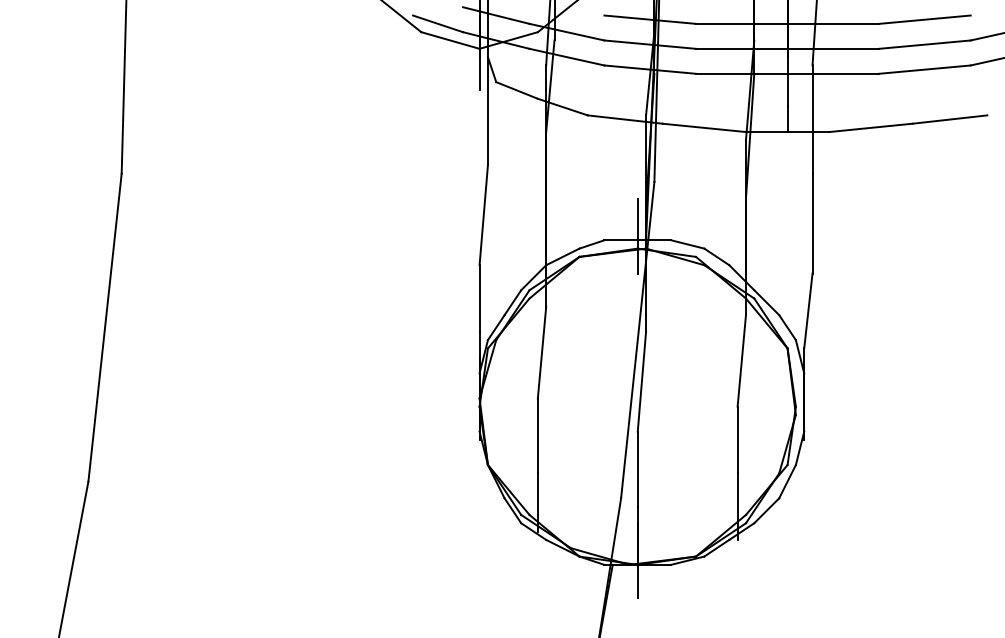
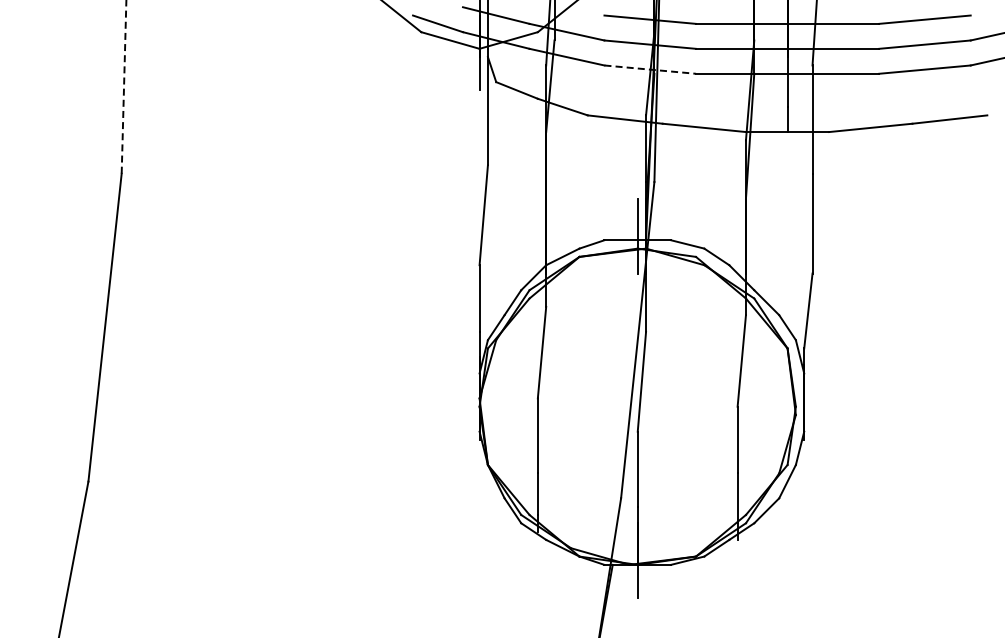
line at (650, 69): solid -> dashed
line at (124, 86): solid -> dashed
